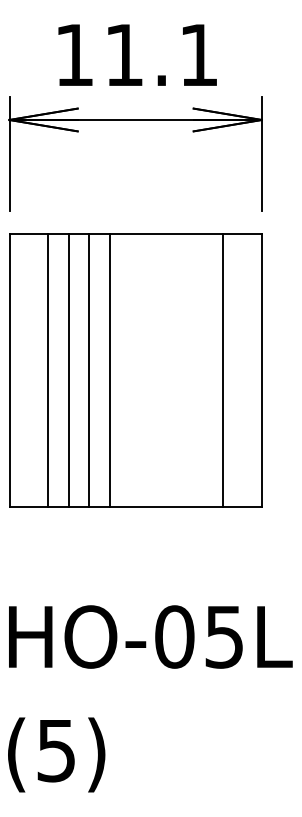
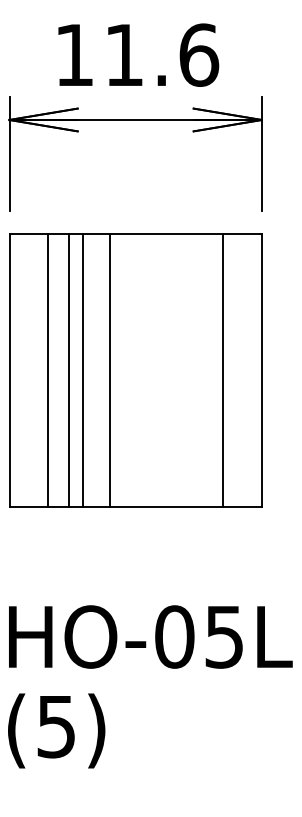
text at (199, 54): 11.1 -> 11.6
line at (89, 369) position: (89, 369) -> (83, 369)
text at (56, 754) position: (56, 754) -> (56, 730)
